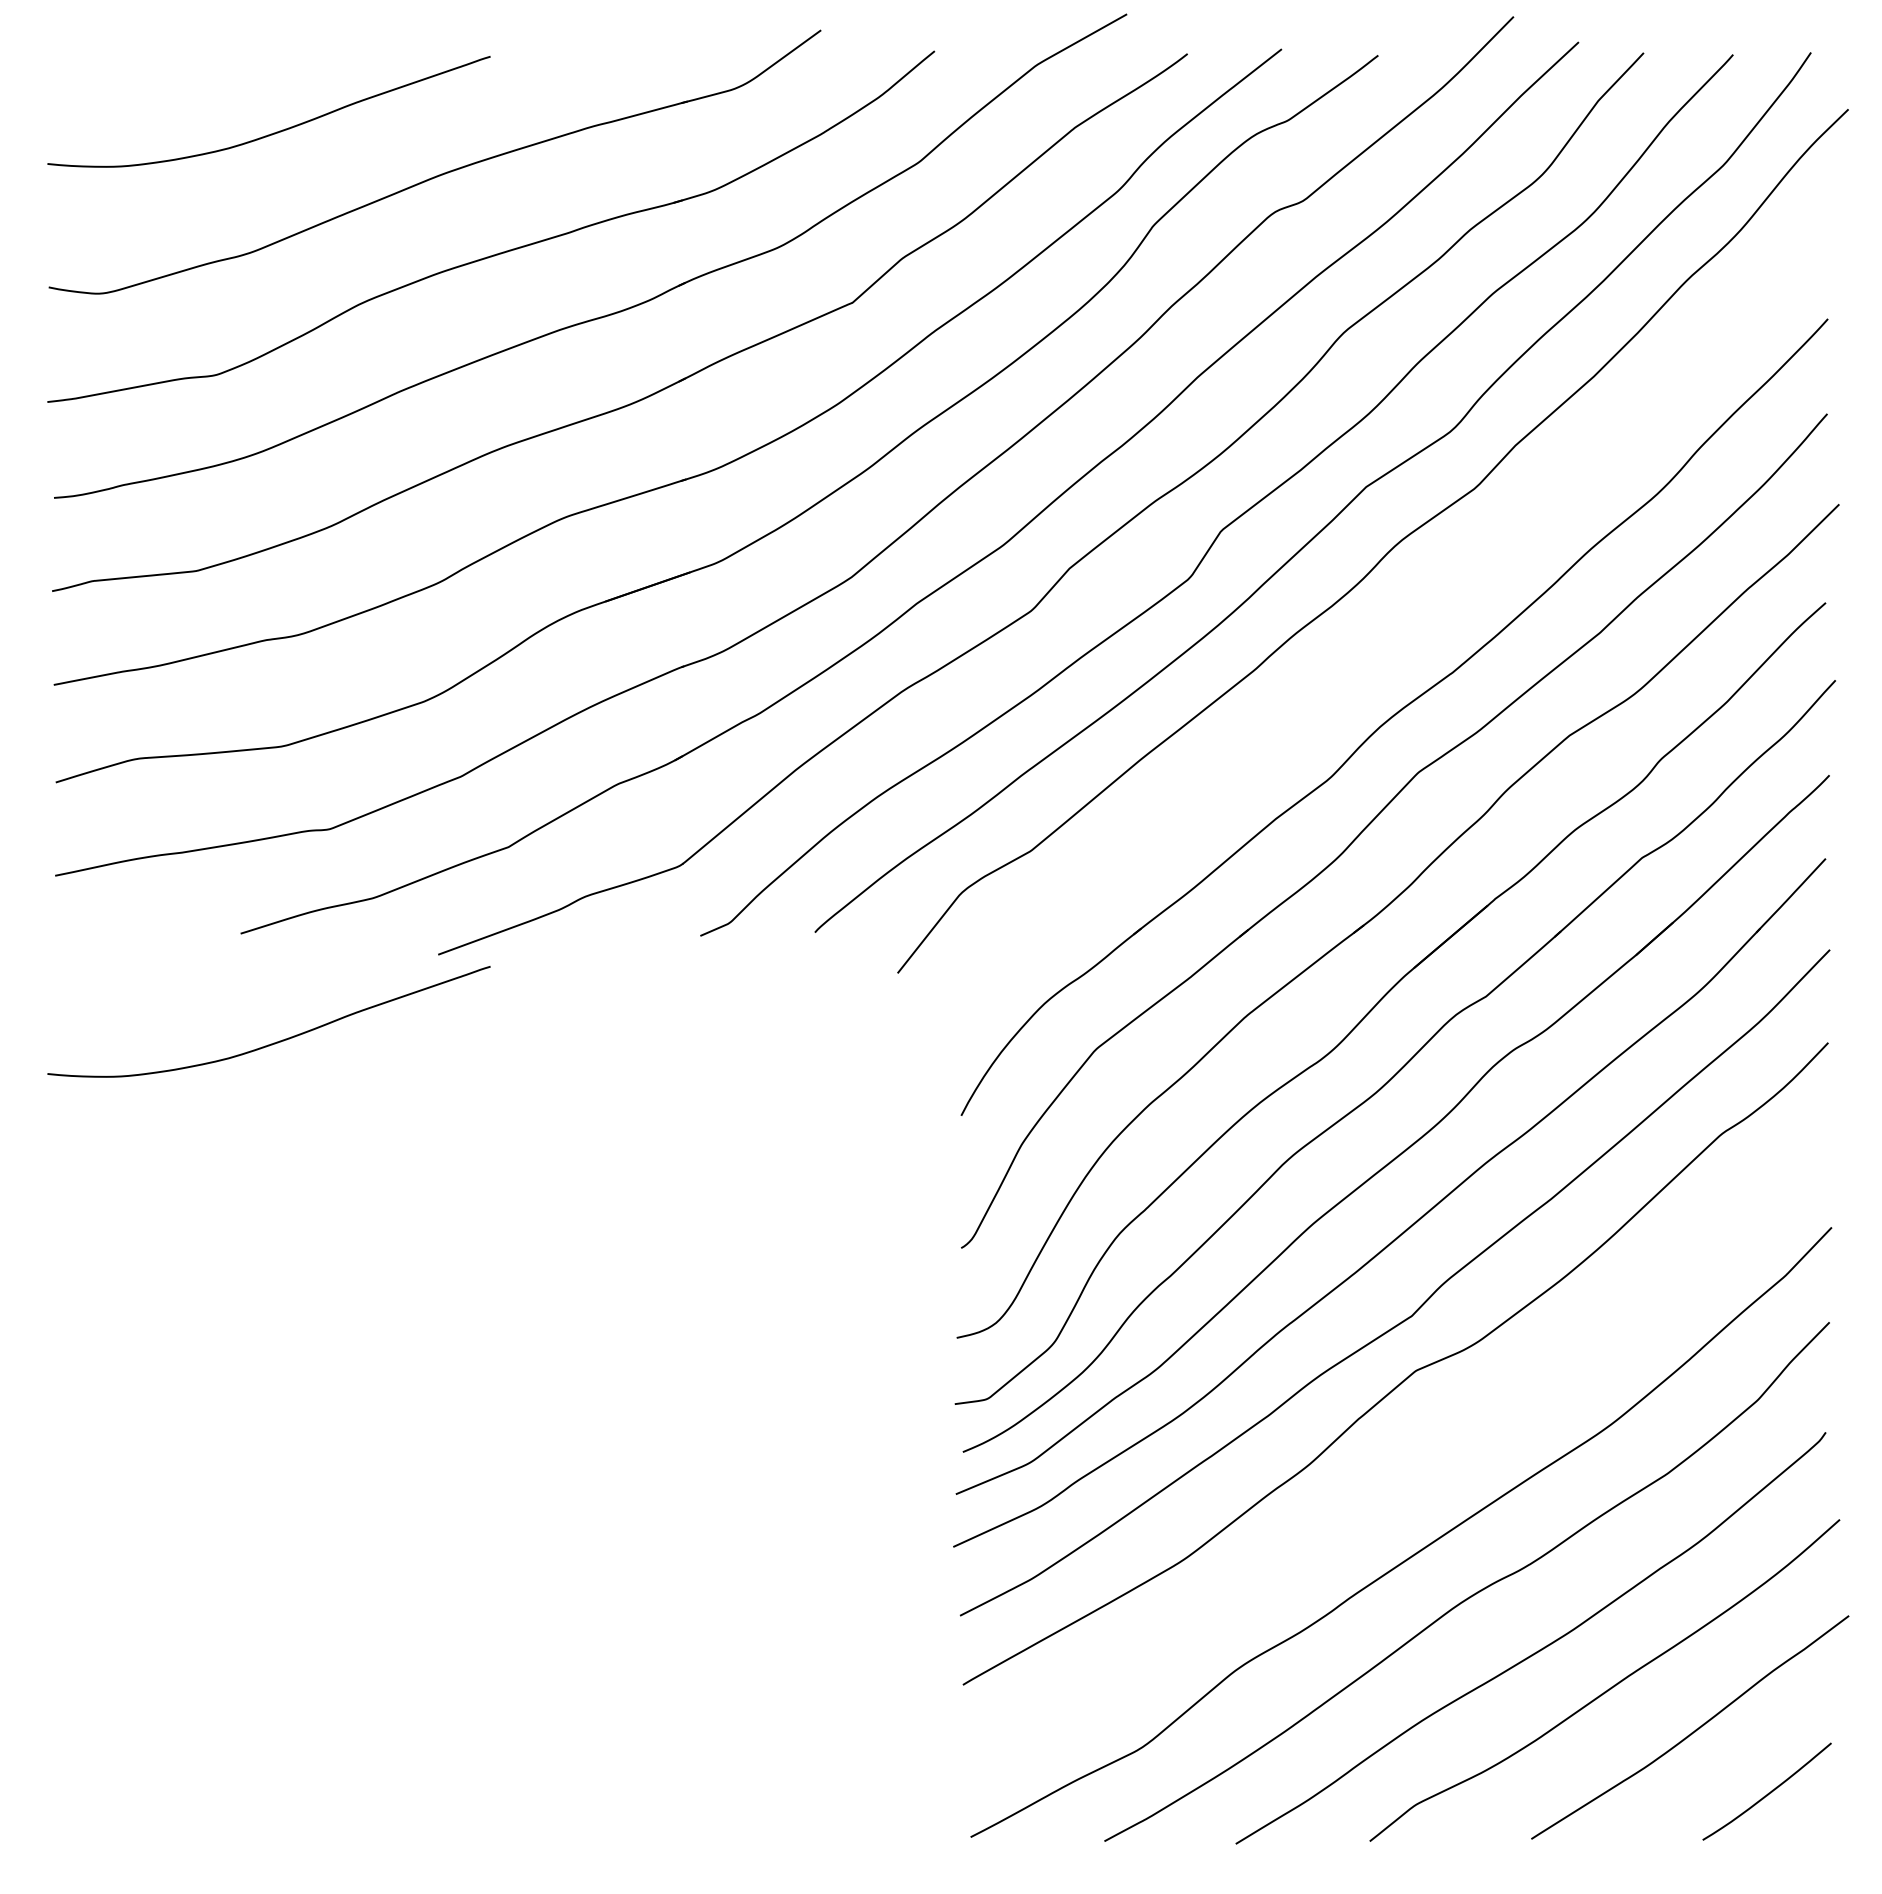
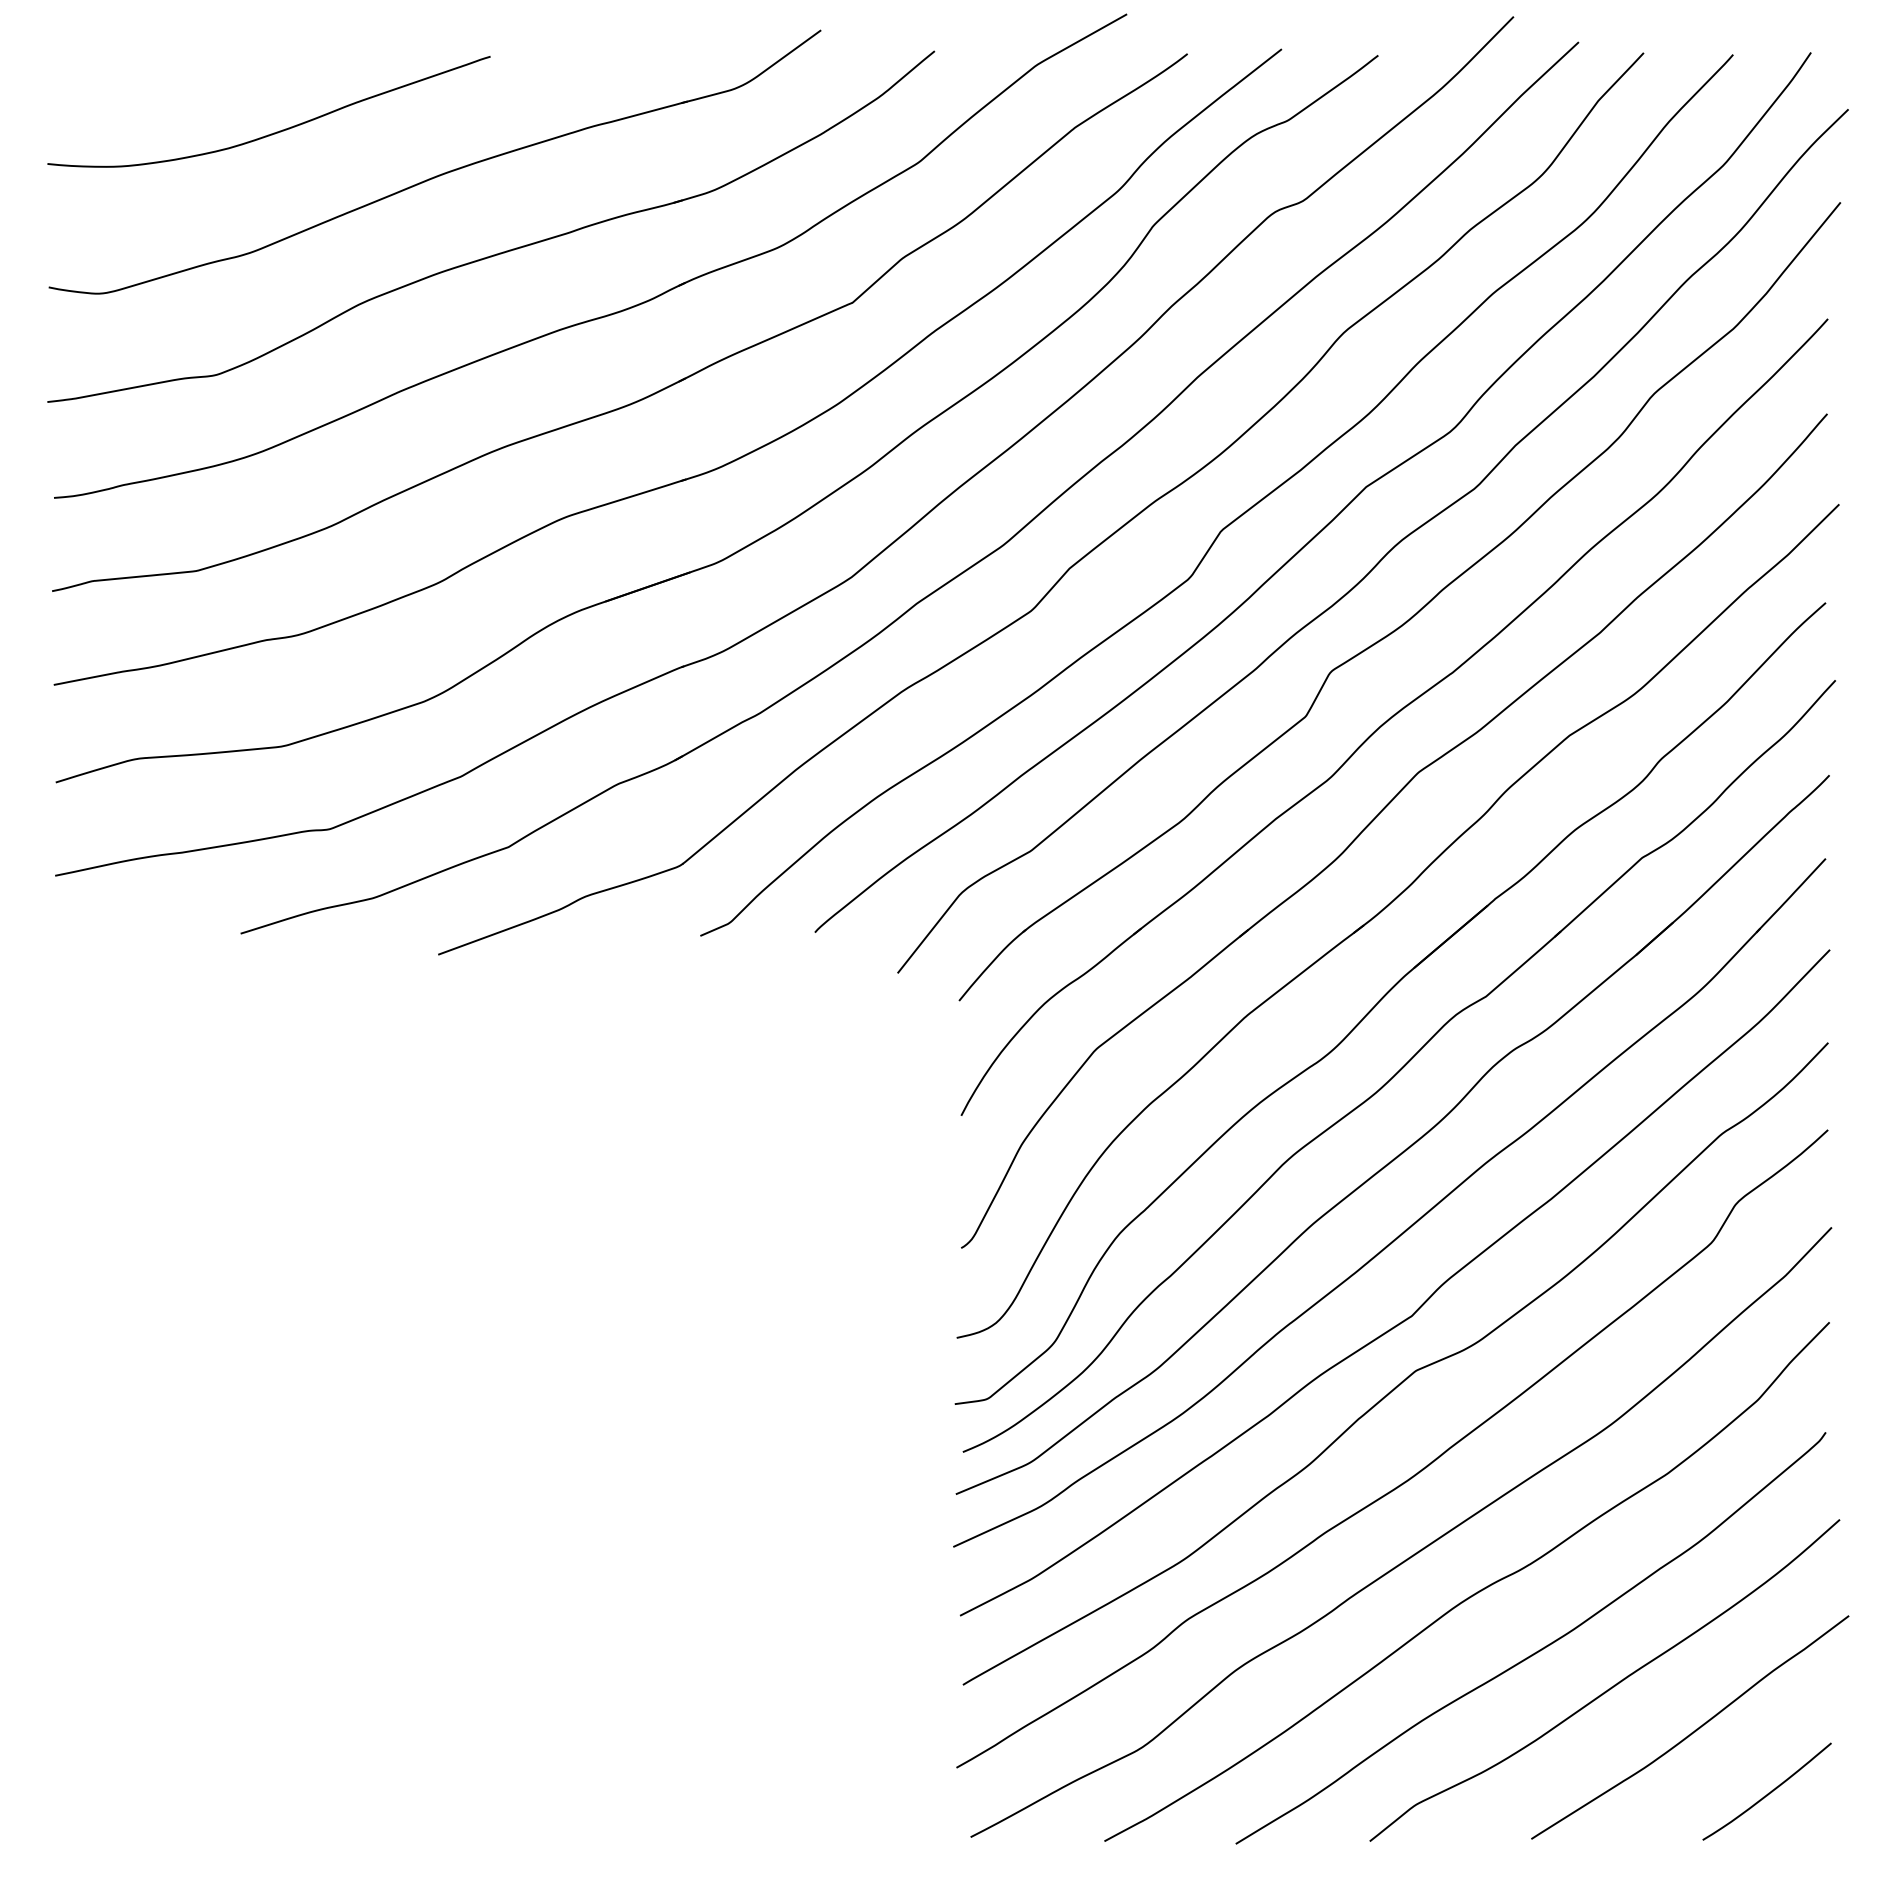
part at (1412, 615): none -> present
curve at (276, 1041): present -> none
curve at (1411, 1476): none -> present
